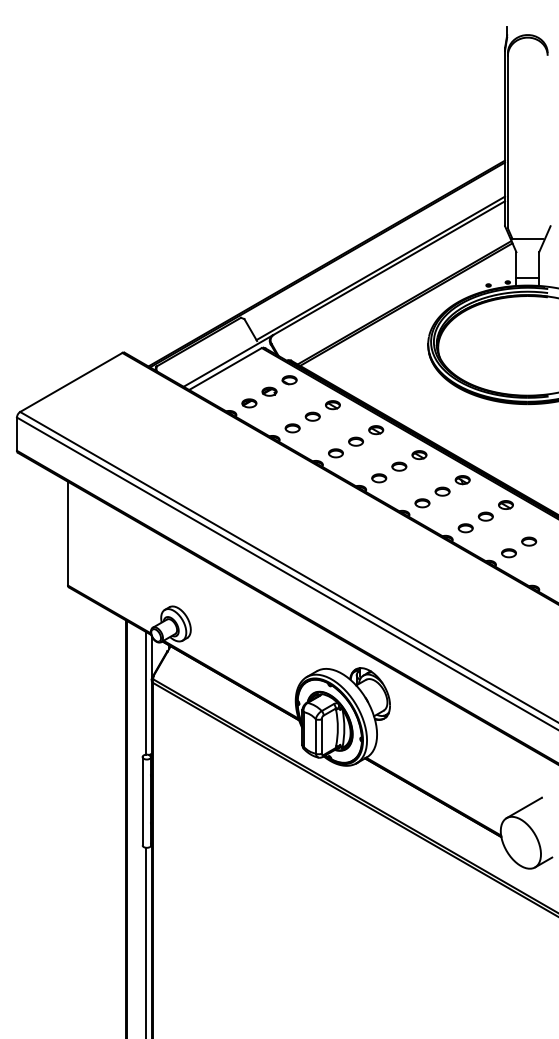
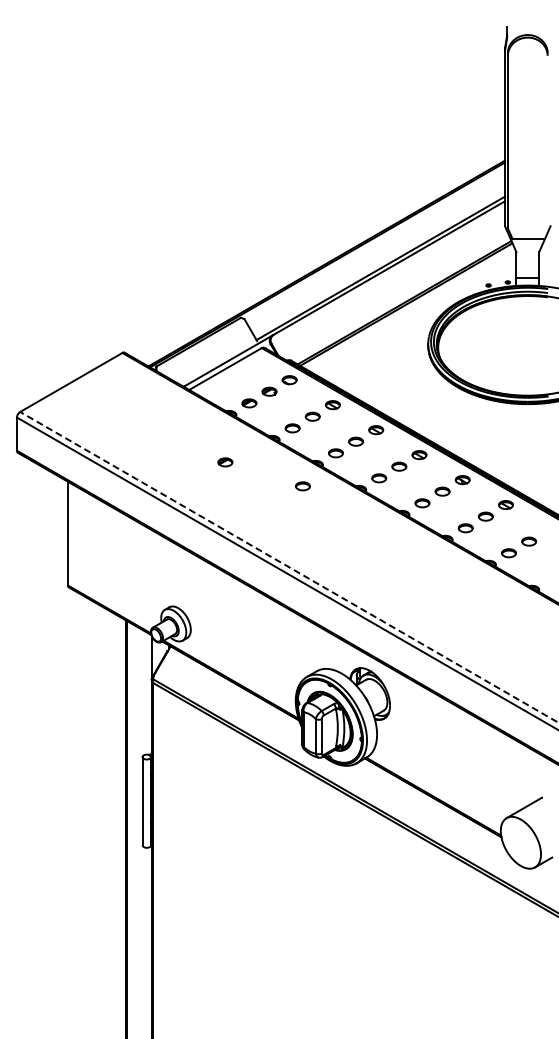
part at (225, 462): none -> present
part at (302, 486): none -> present
line at (289, 567): solid -> dashed
line at (146, 692): present -> none
line at (146, 941): present -> none
